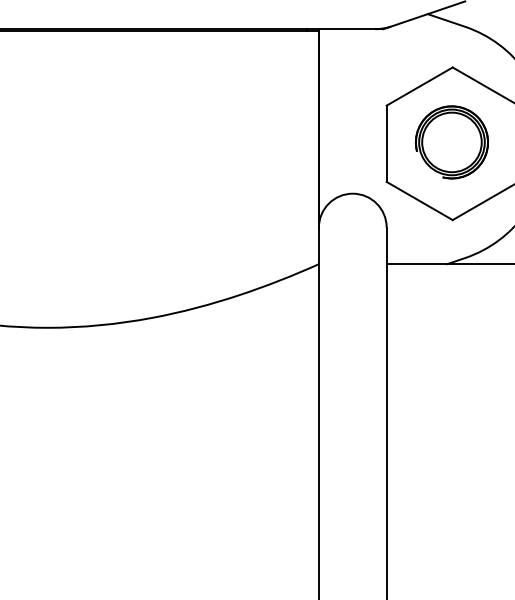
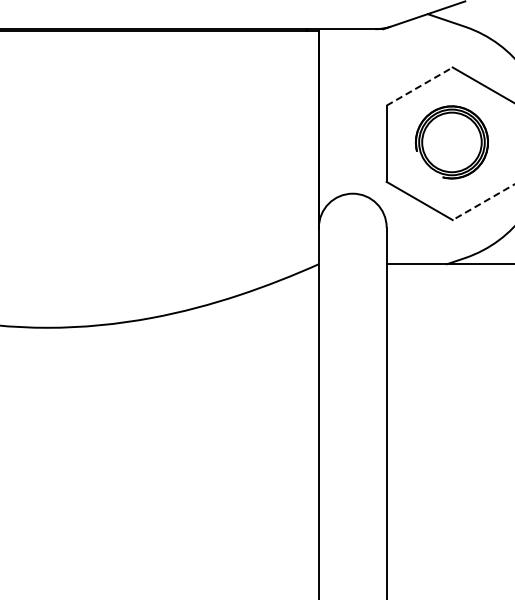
line at (420, 86): solid -> dashed
line at (483, 202): solid -> dashed
